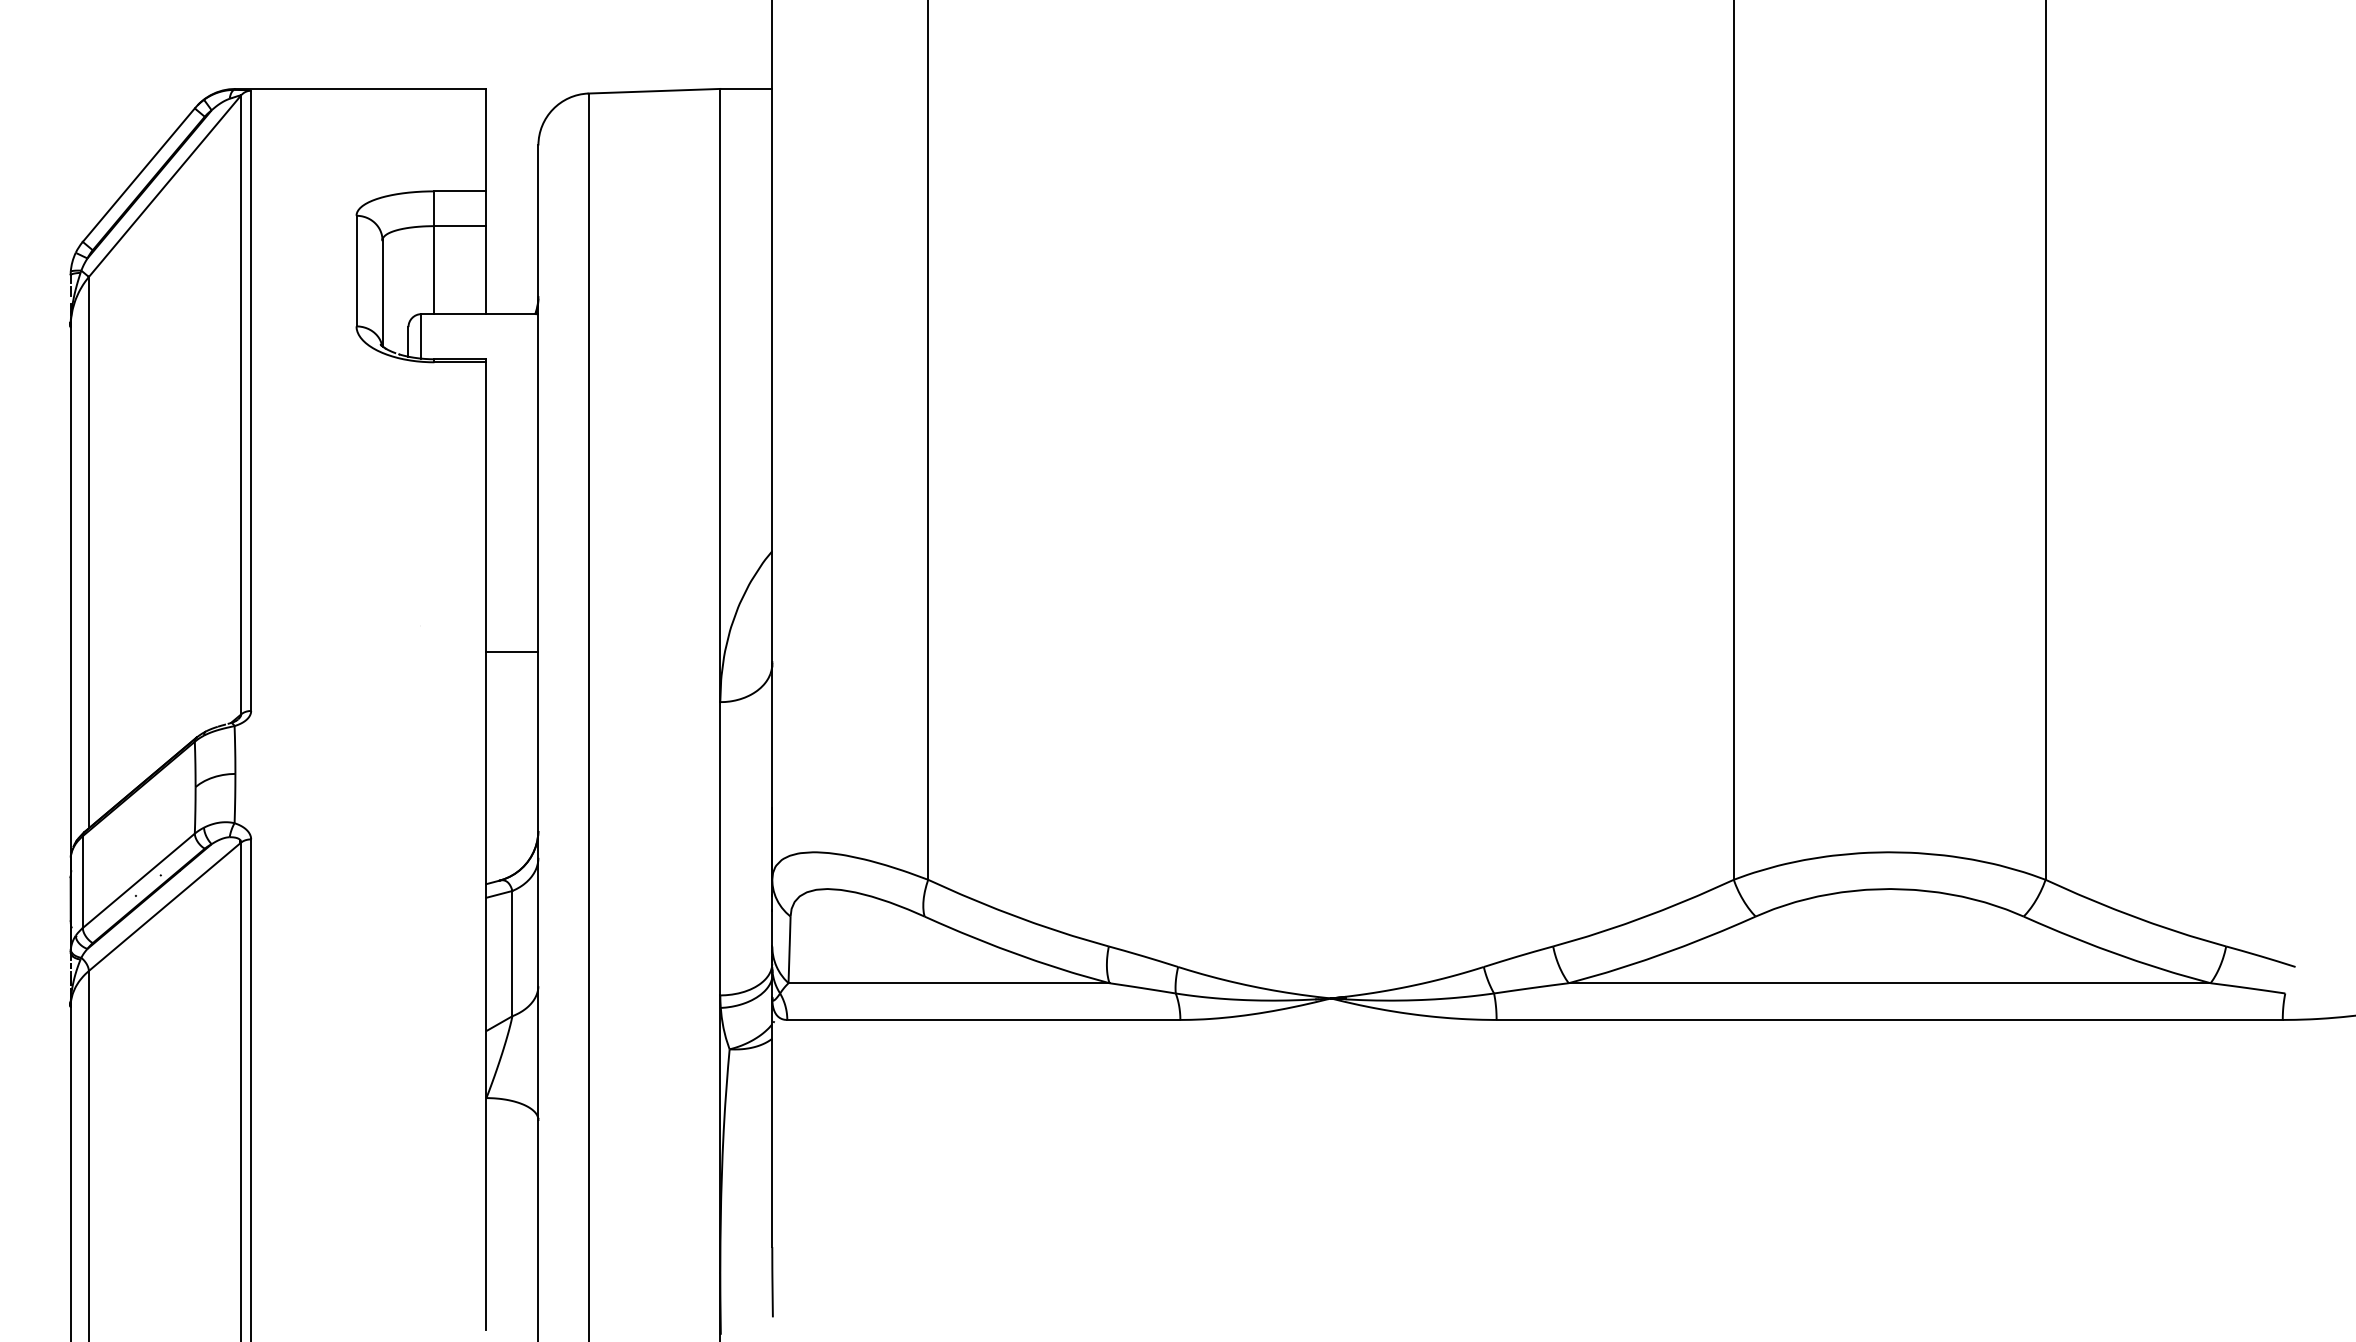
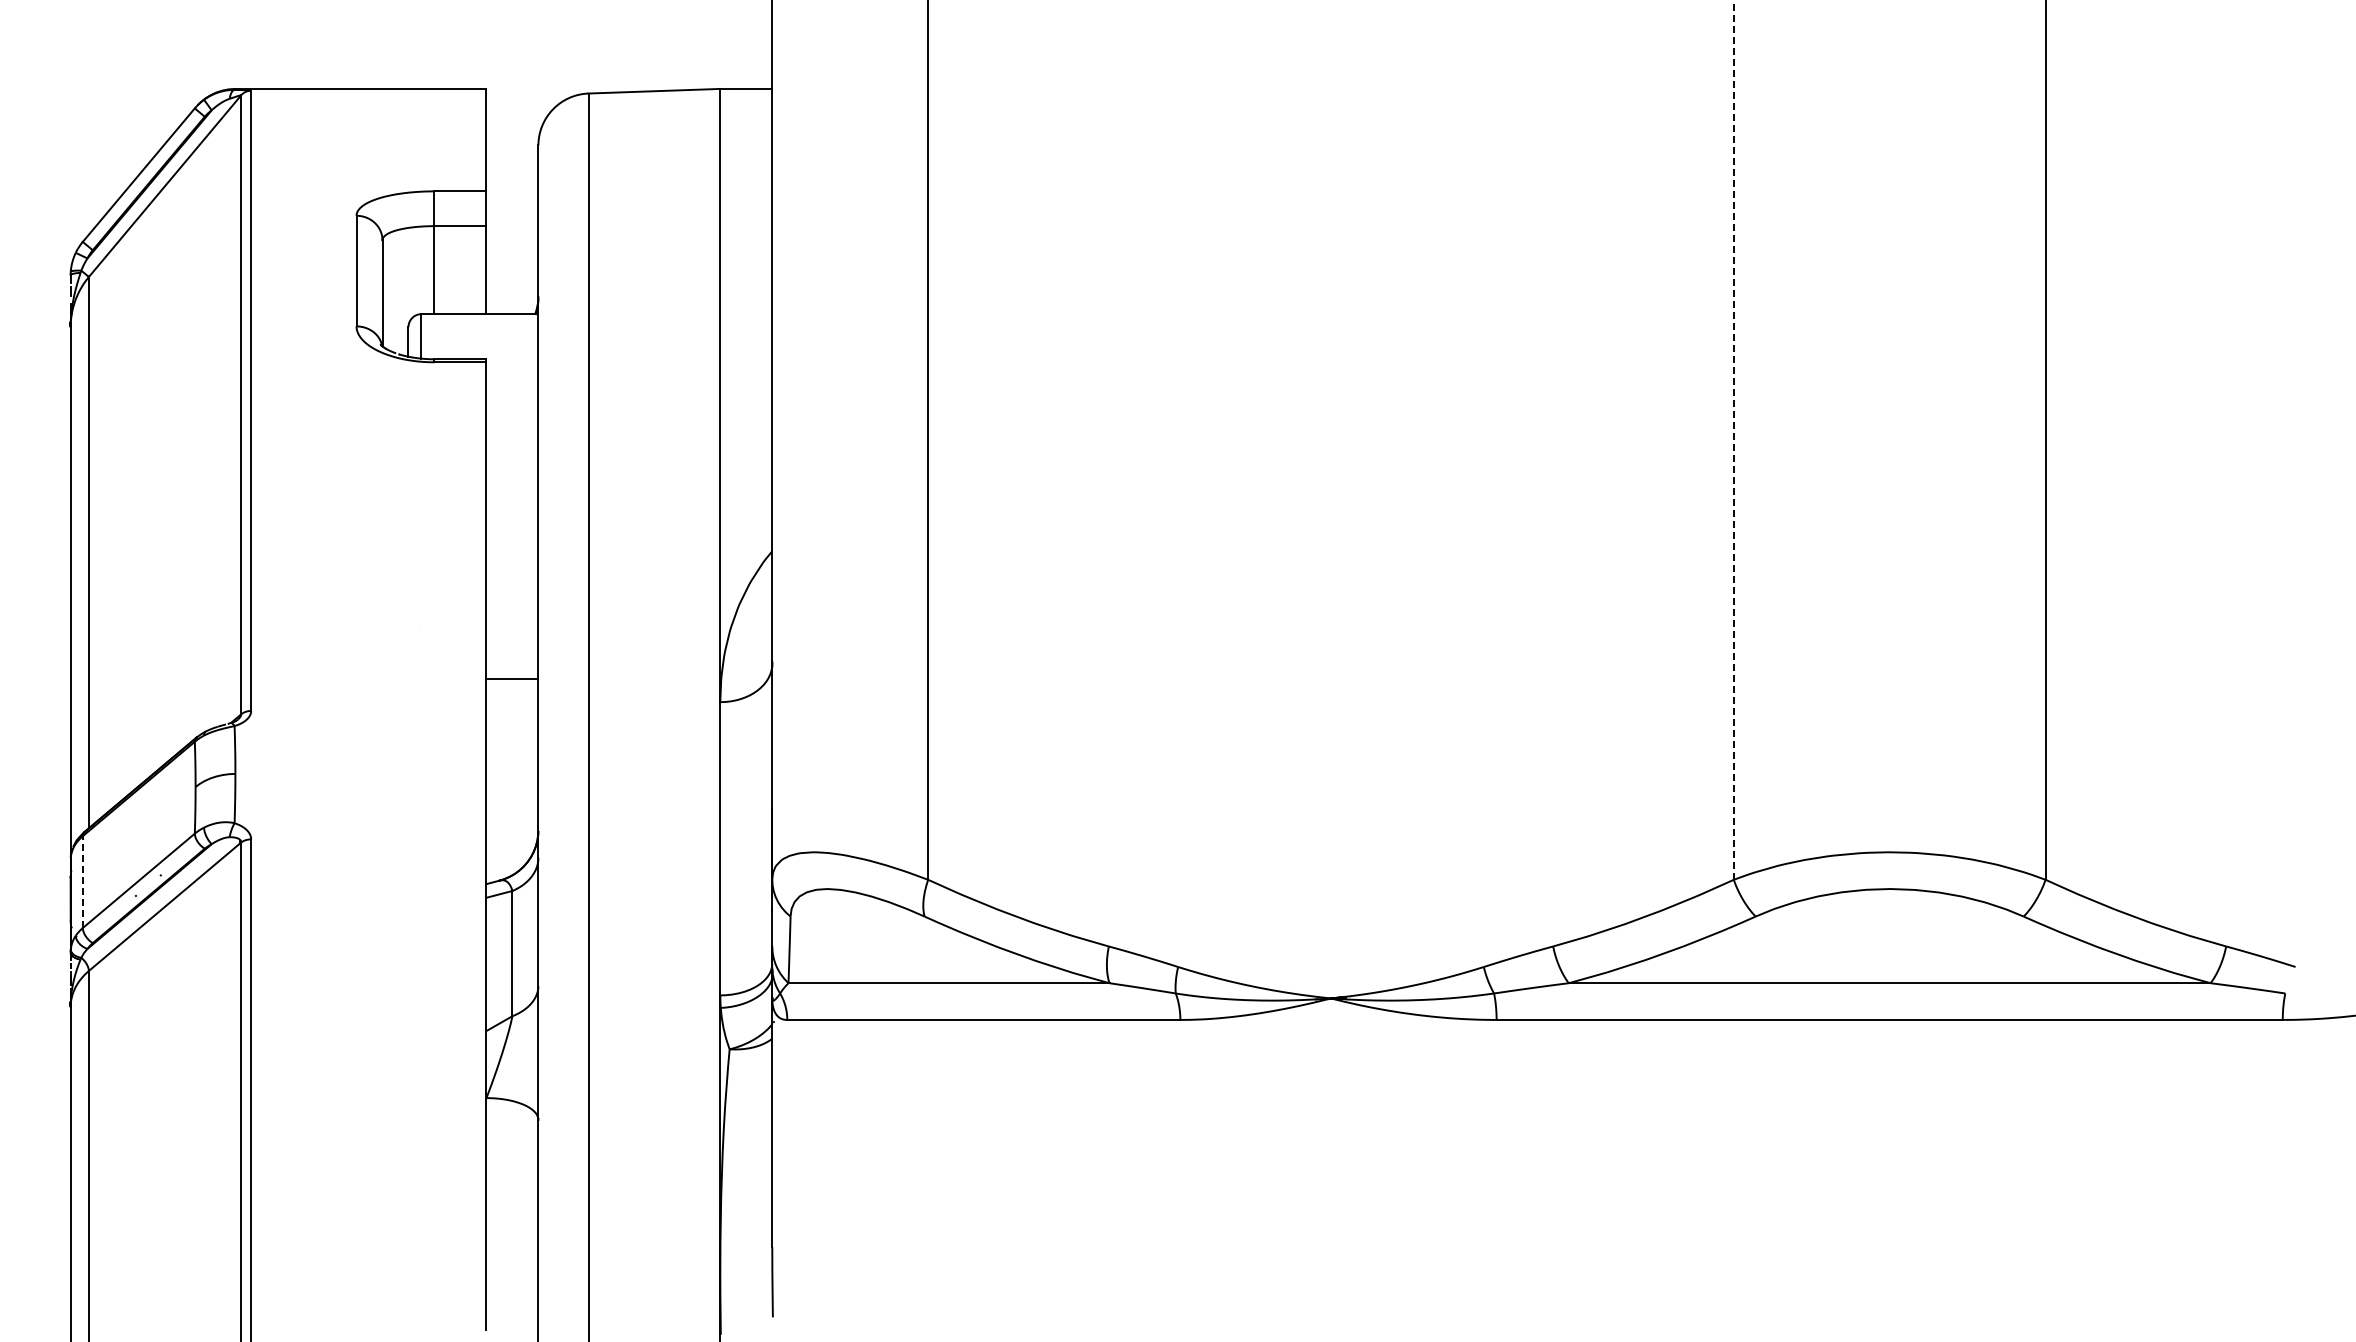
line at (1733, 439): solid -> dashed
line at (512, 651) position: (512, 651) -> (512, 678)
line at (82, 882): solid -> dashed
